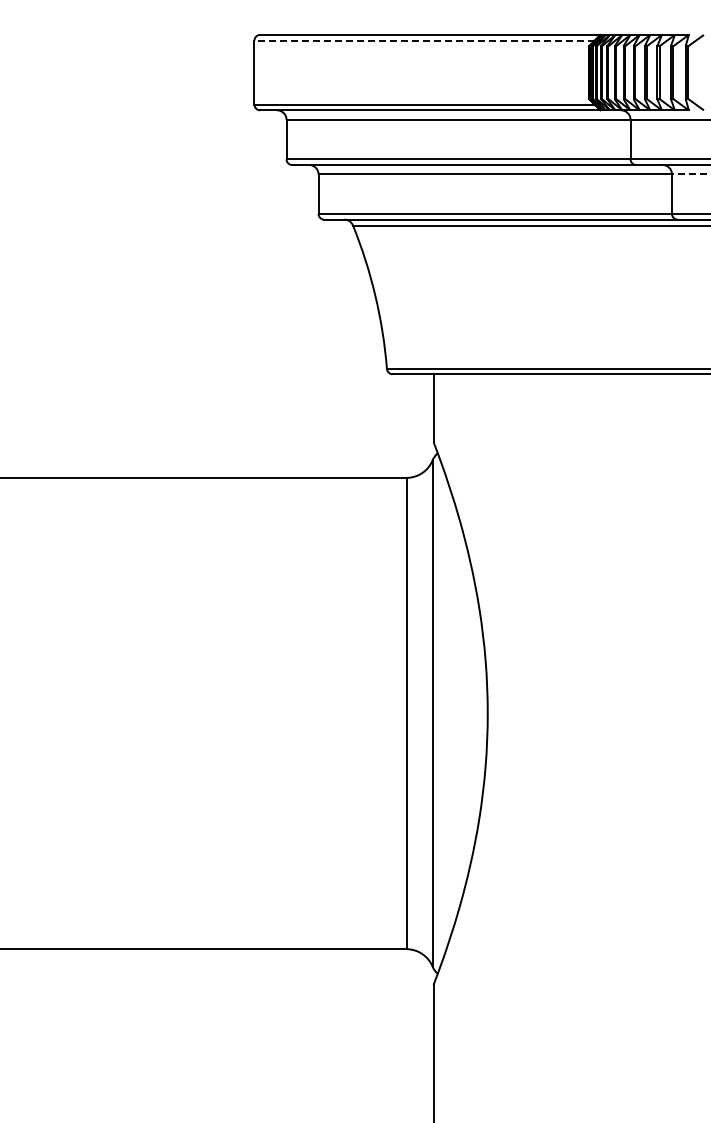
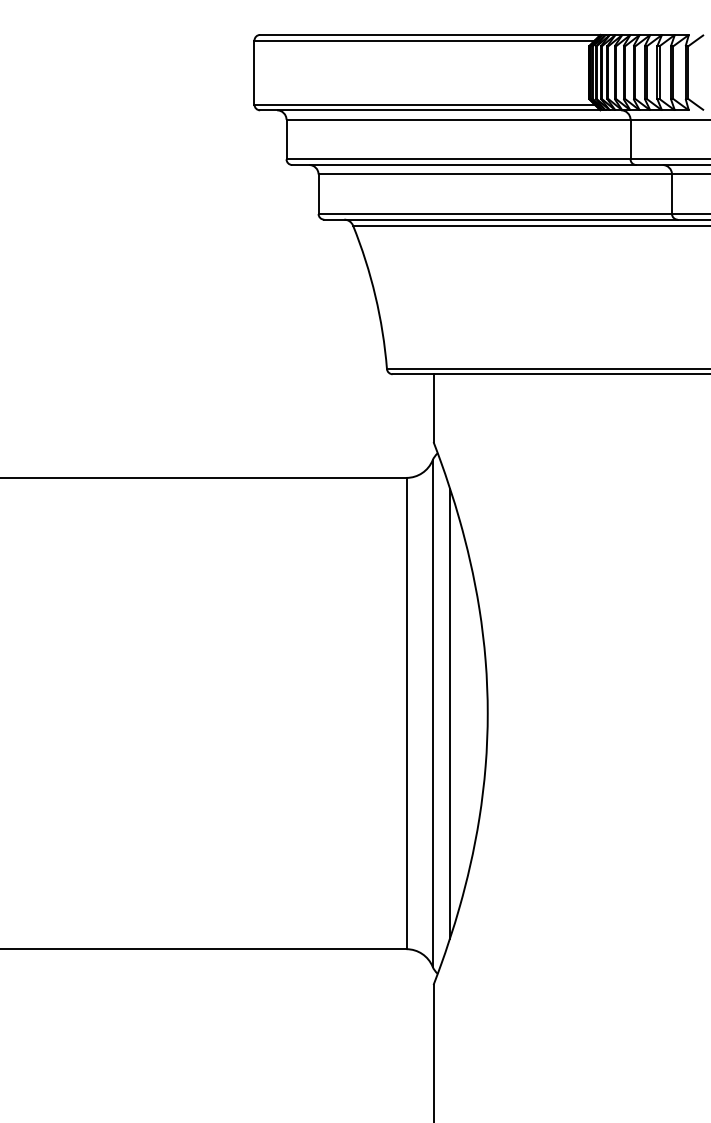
line at (424, 40): dashed -> solid
line at (691, 174): dashed -> solid
line at (450, 713): none -> present
